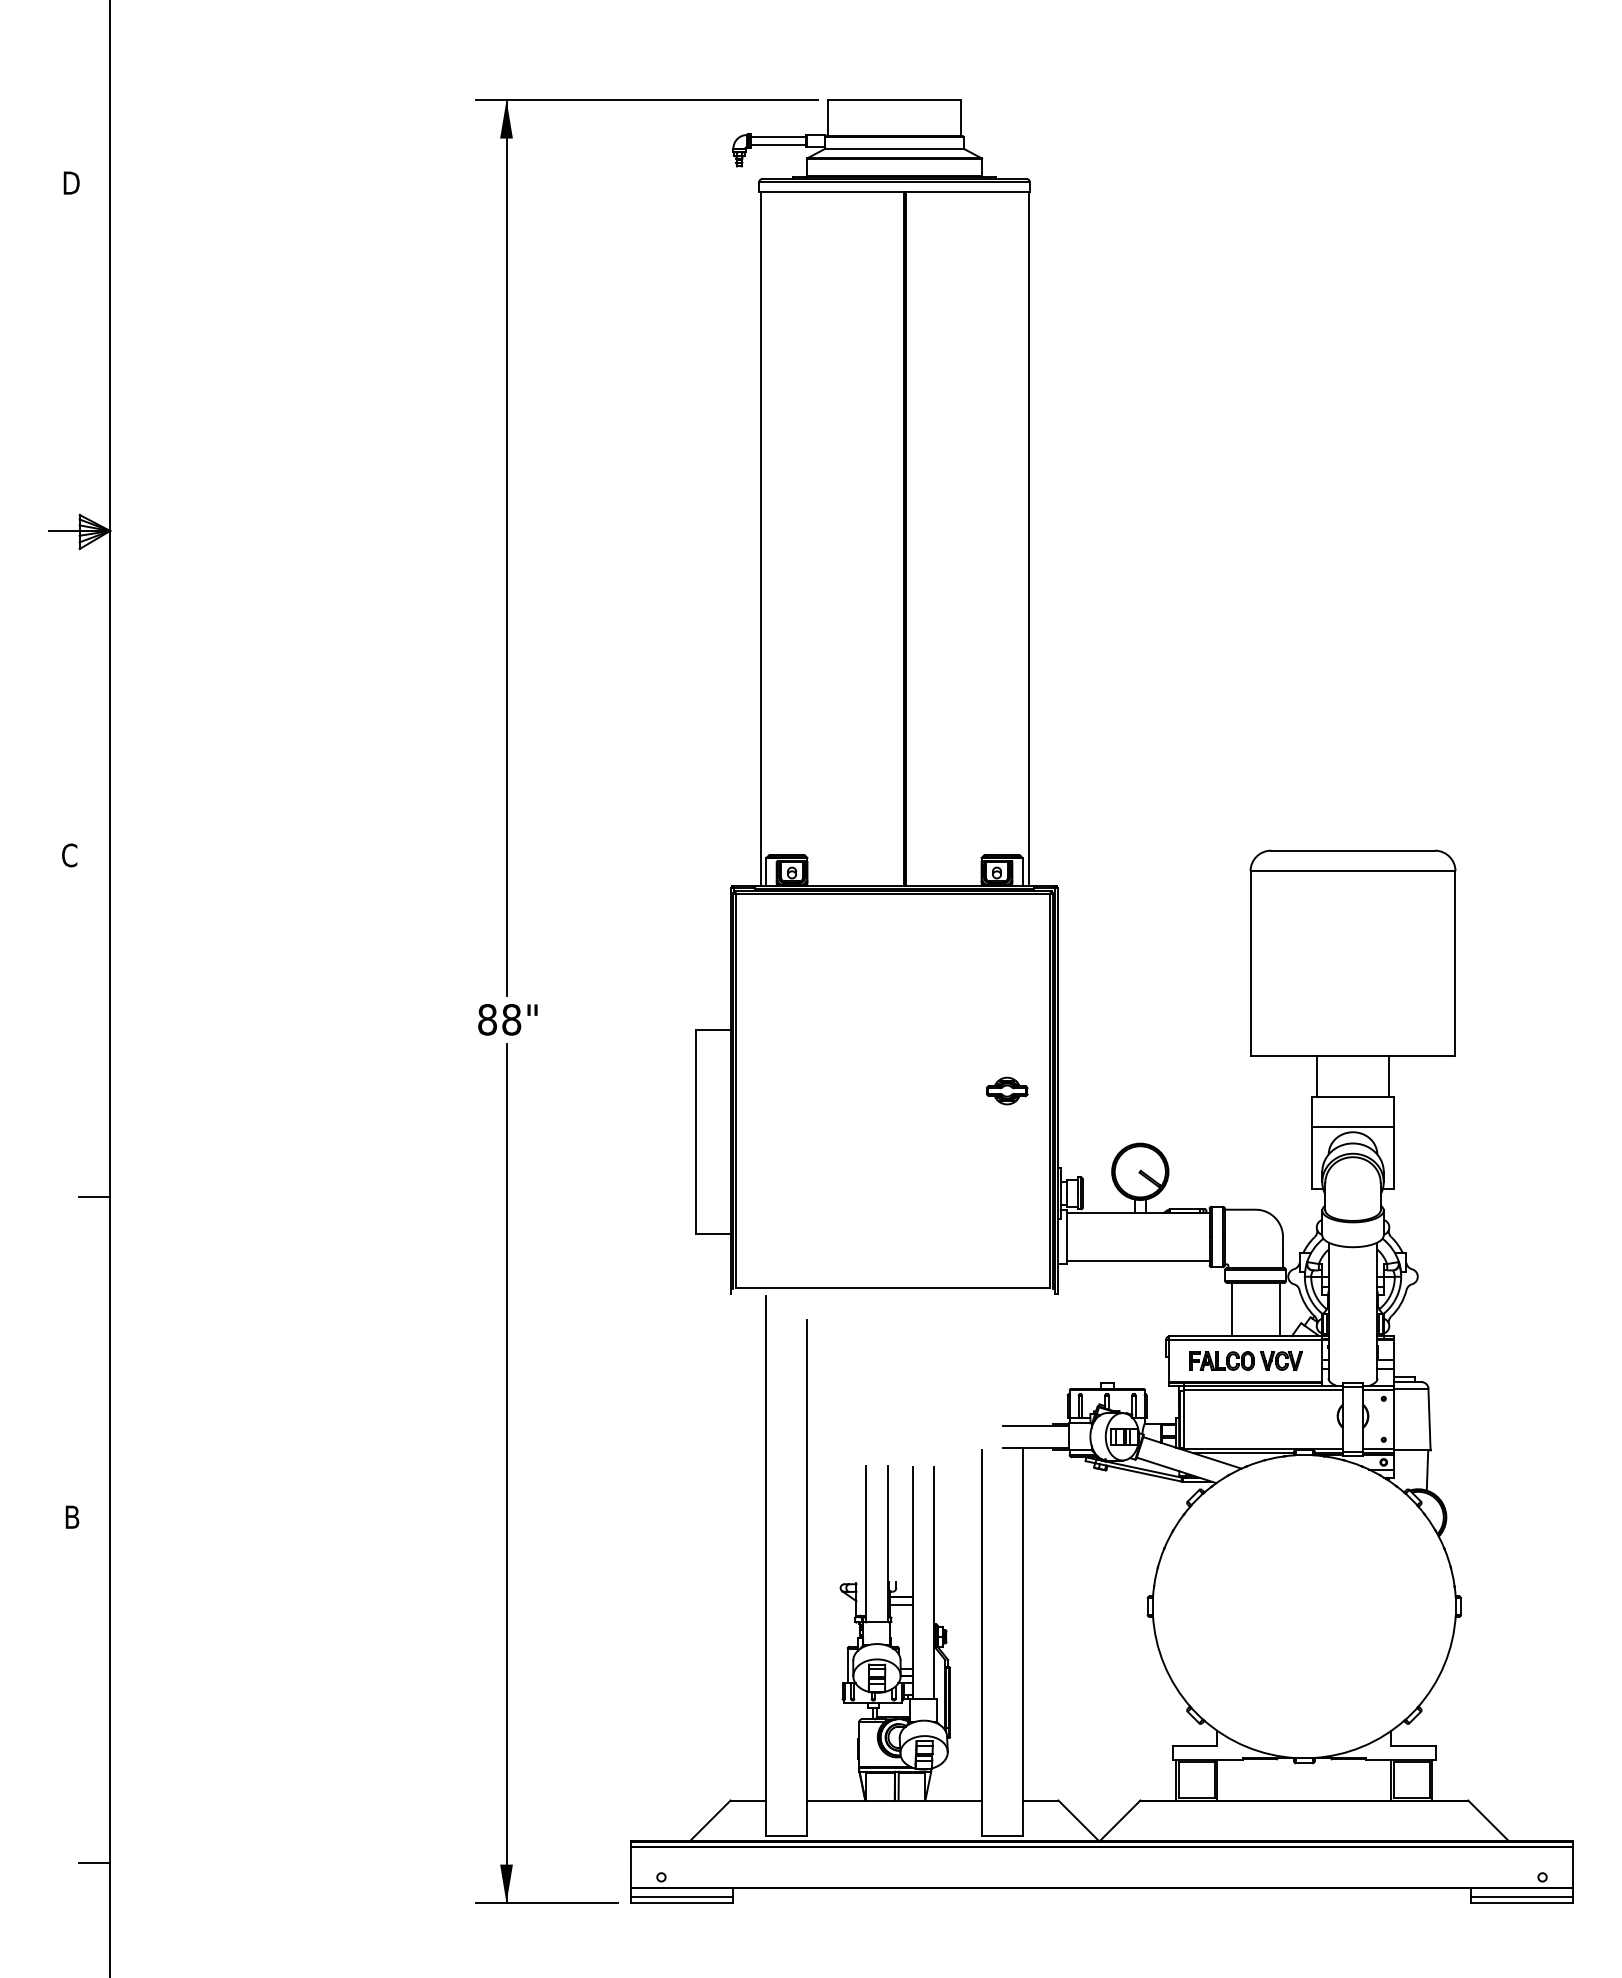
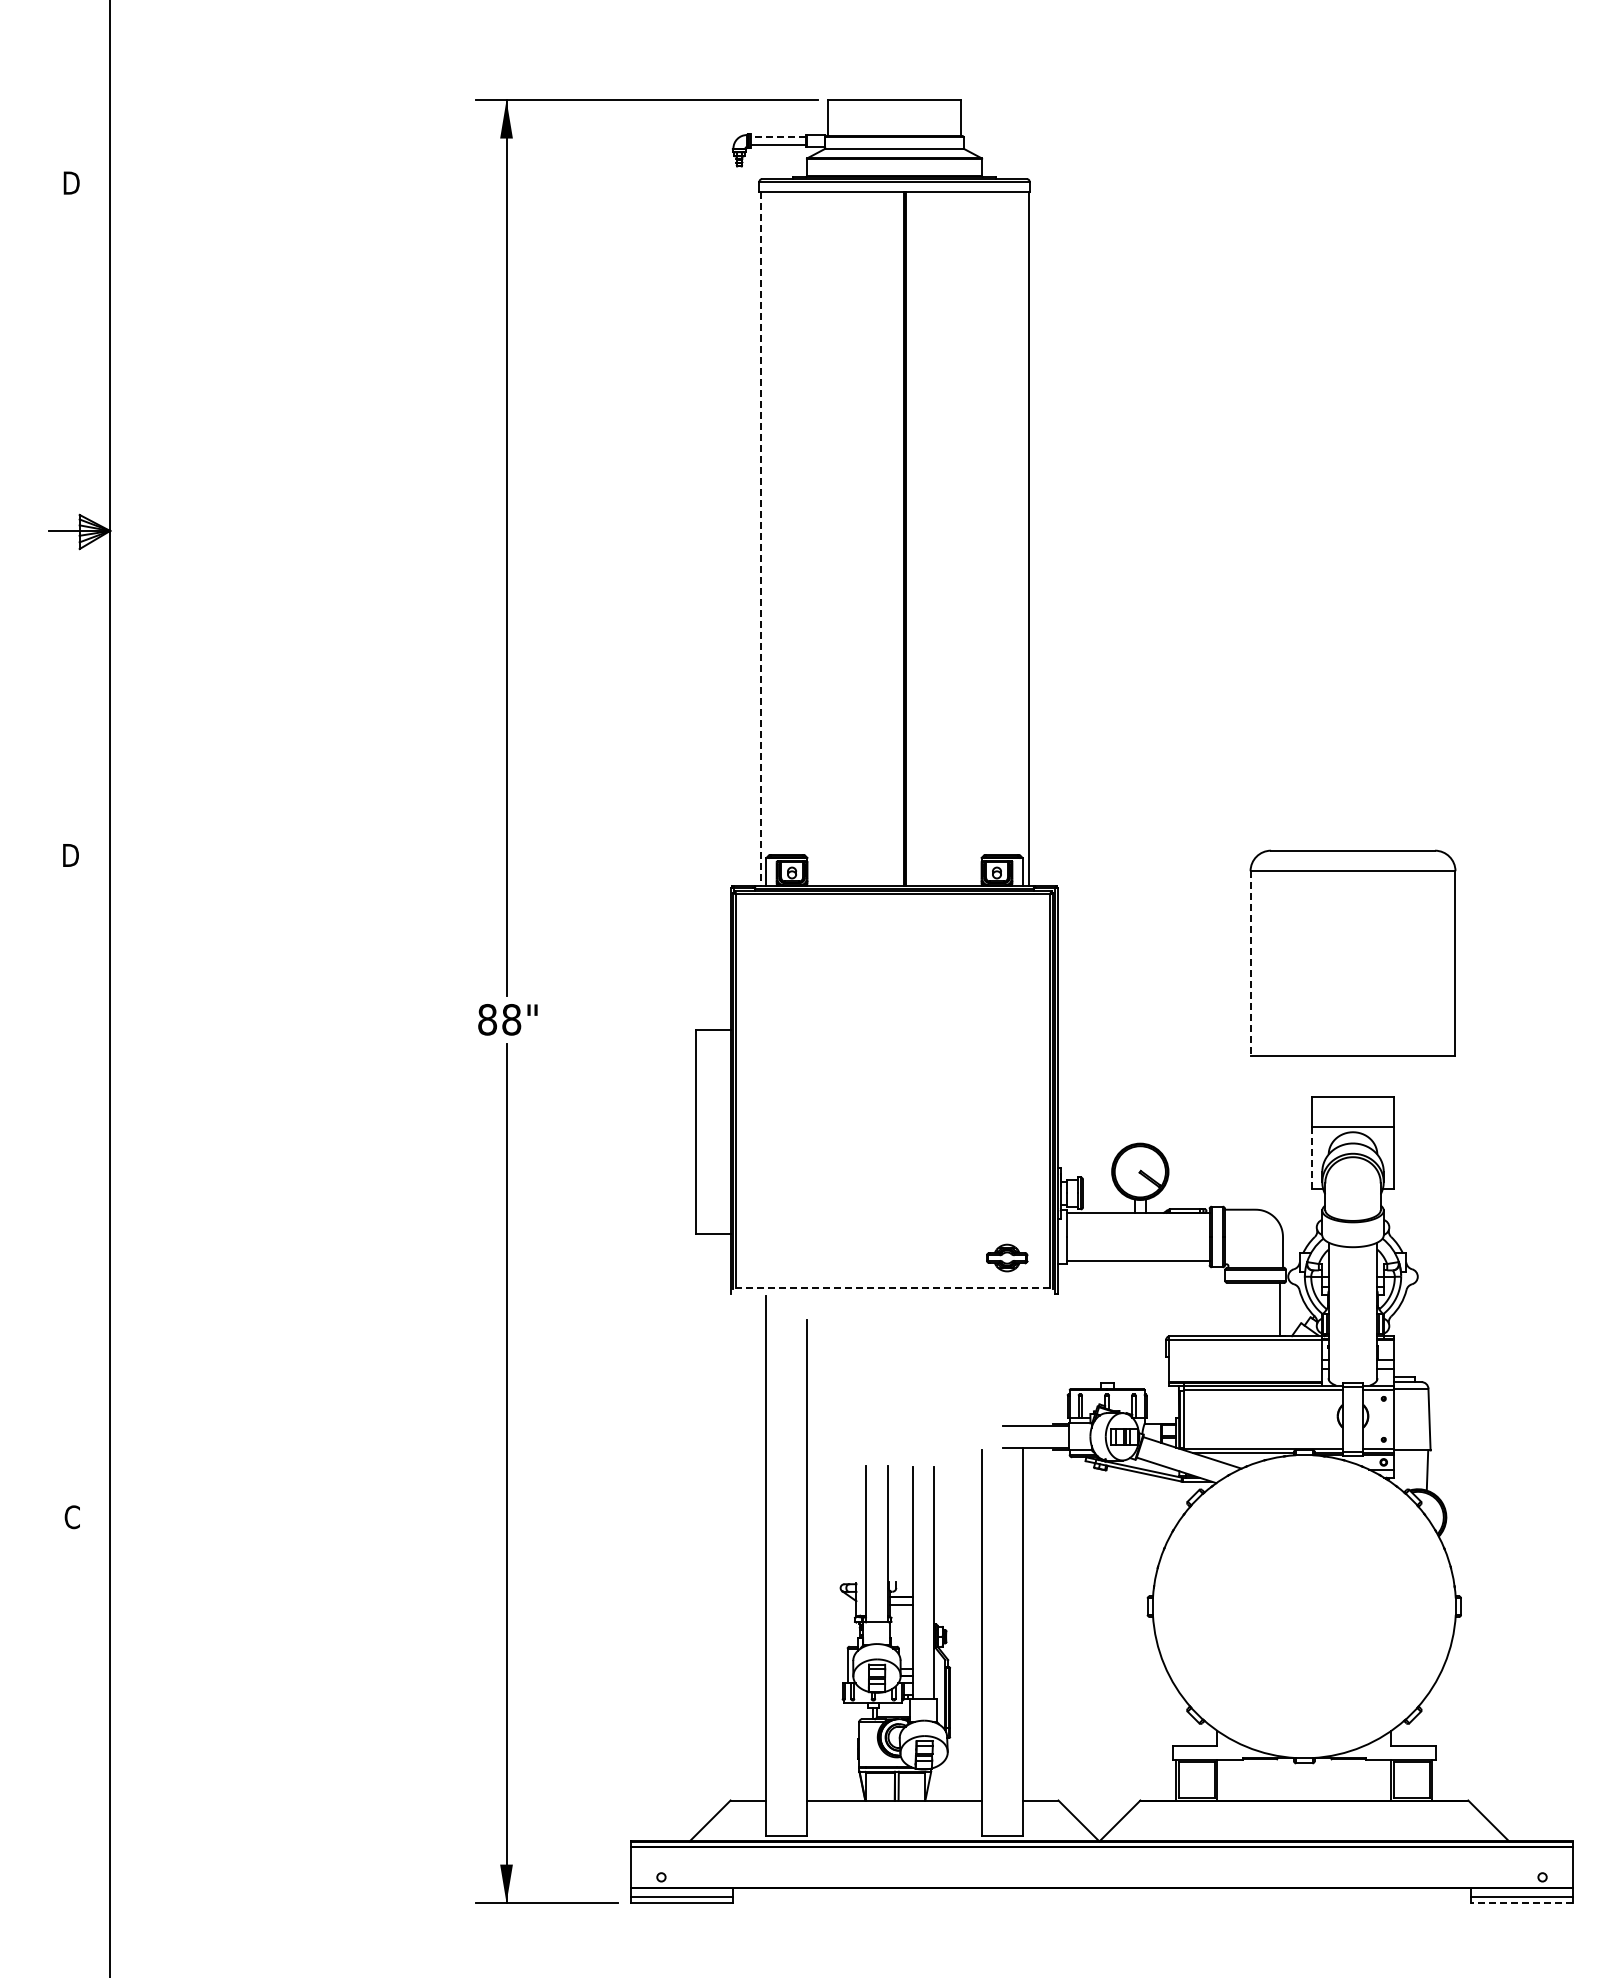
line at (778, 137): solid -> dashed
line at (760, 539): solid -> dashed
text at (70, 855): C -> D
line at (1250, 963): solid -> dashed
line at (1317, 1075): present -> none
line at (1388, 1075): present -> none
part at (1007, 1090) position: (1007, 1090) -> (1007, 1257)
line at (1312, 1157): solid -> dashed
line at (94, 1196): present -> none
line at (893, 1287): solid -> dashed
line at (1231, 1309): present -> none
part at (1245, 1360): present -> none
text at (71, 1517): B -> C
line at (94, 1862): present -> none
line at (1521, 1902): solid -> dashed
